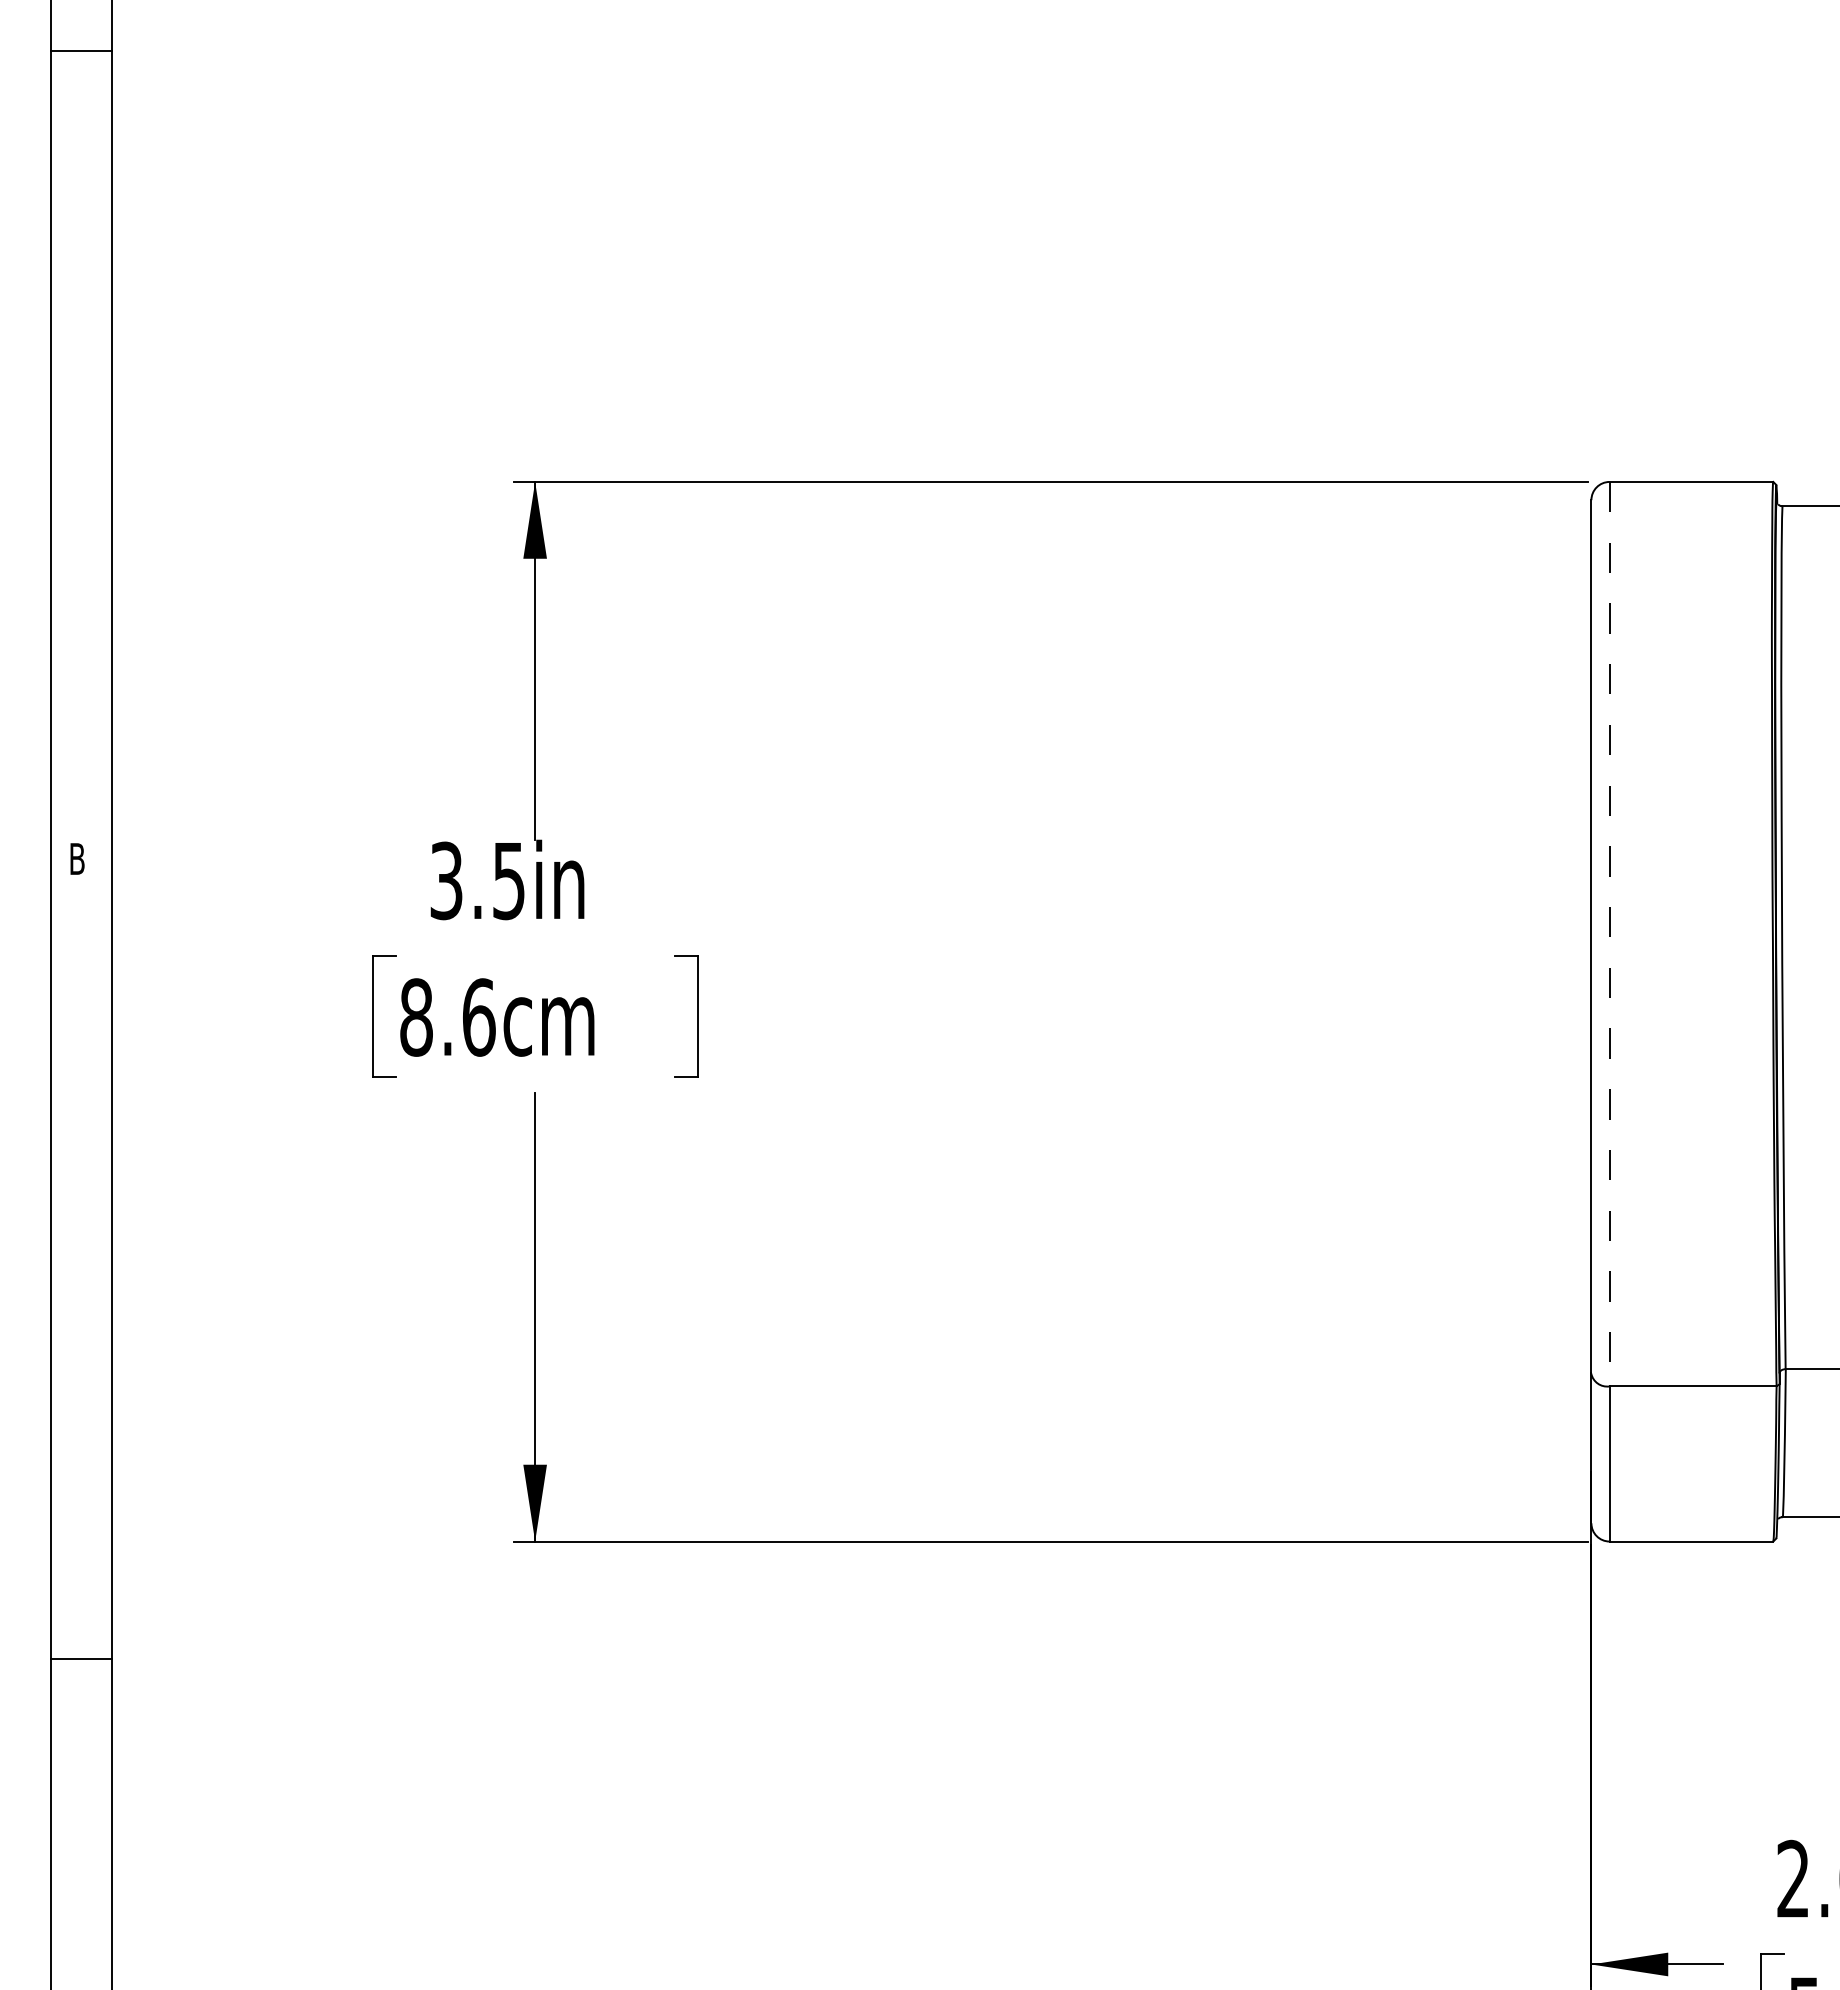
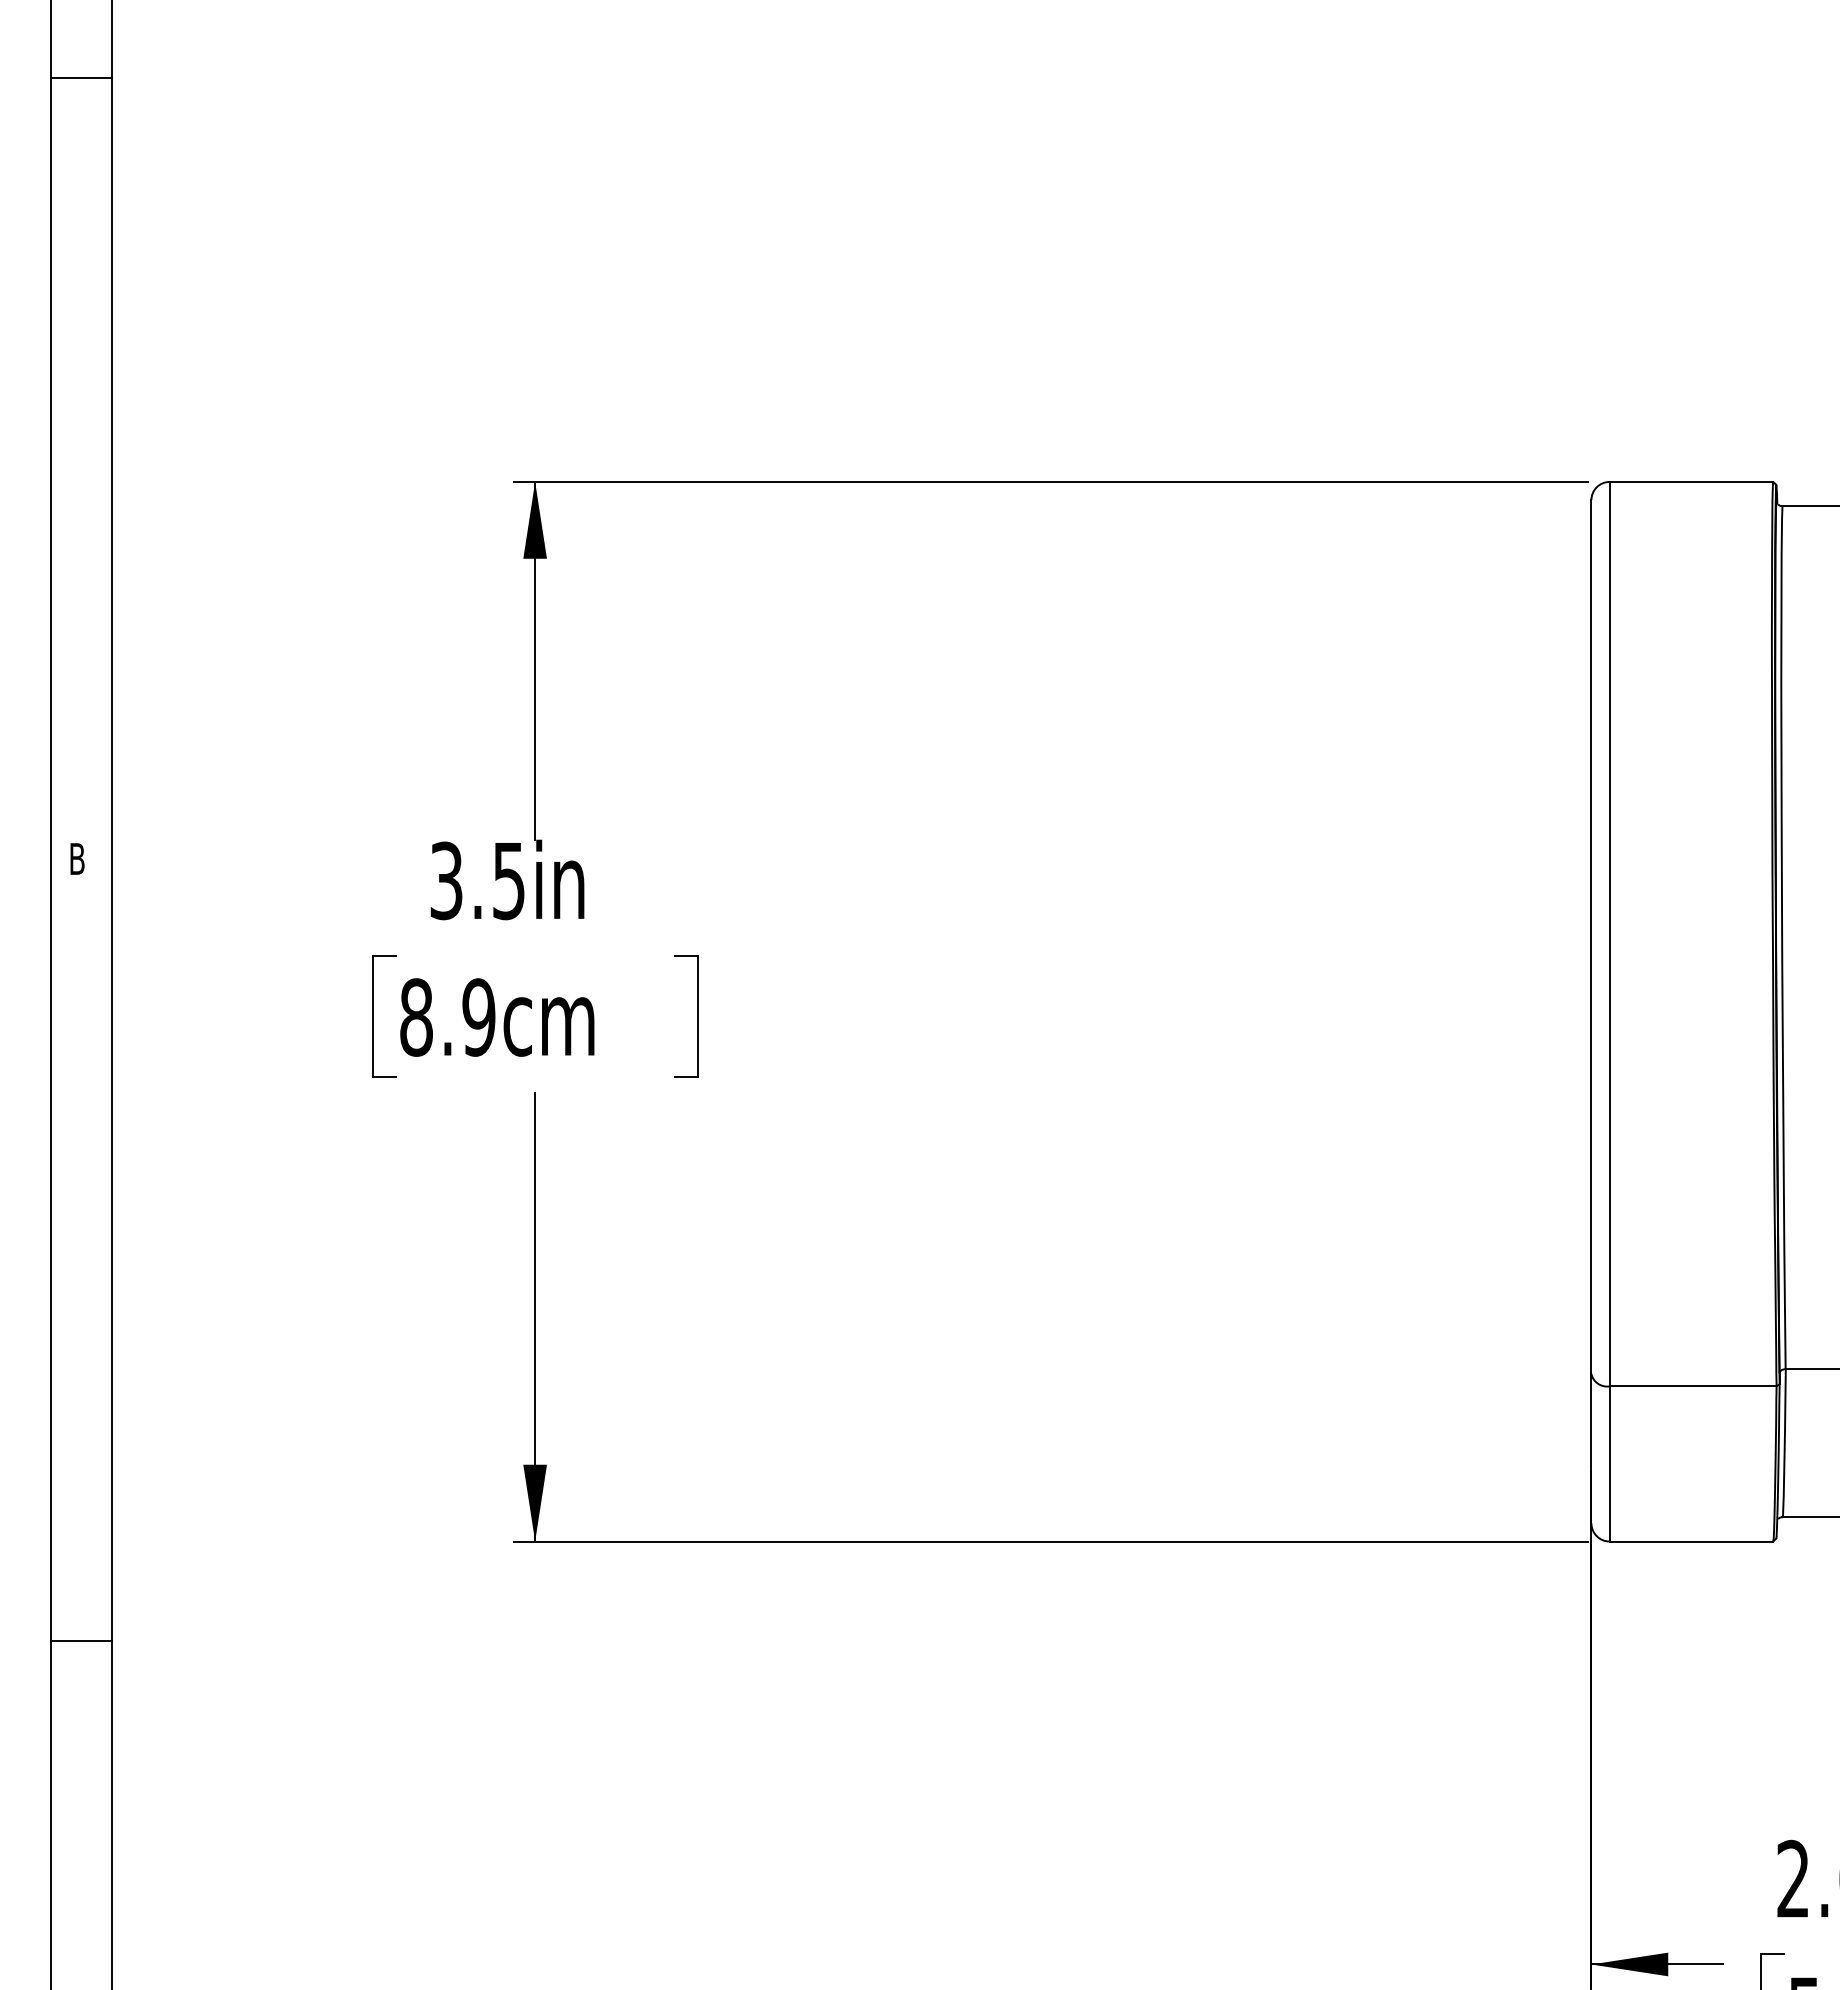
line at (80, 50) position: (80, 50) -> (80, 77)
line at (1609, 934): dashed -> solid
text at (478, 1017): 8.6cm -> 8.9cm
line at (80, 1659) position: (80, 1659) -> (80, 1641)
